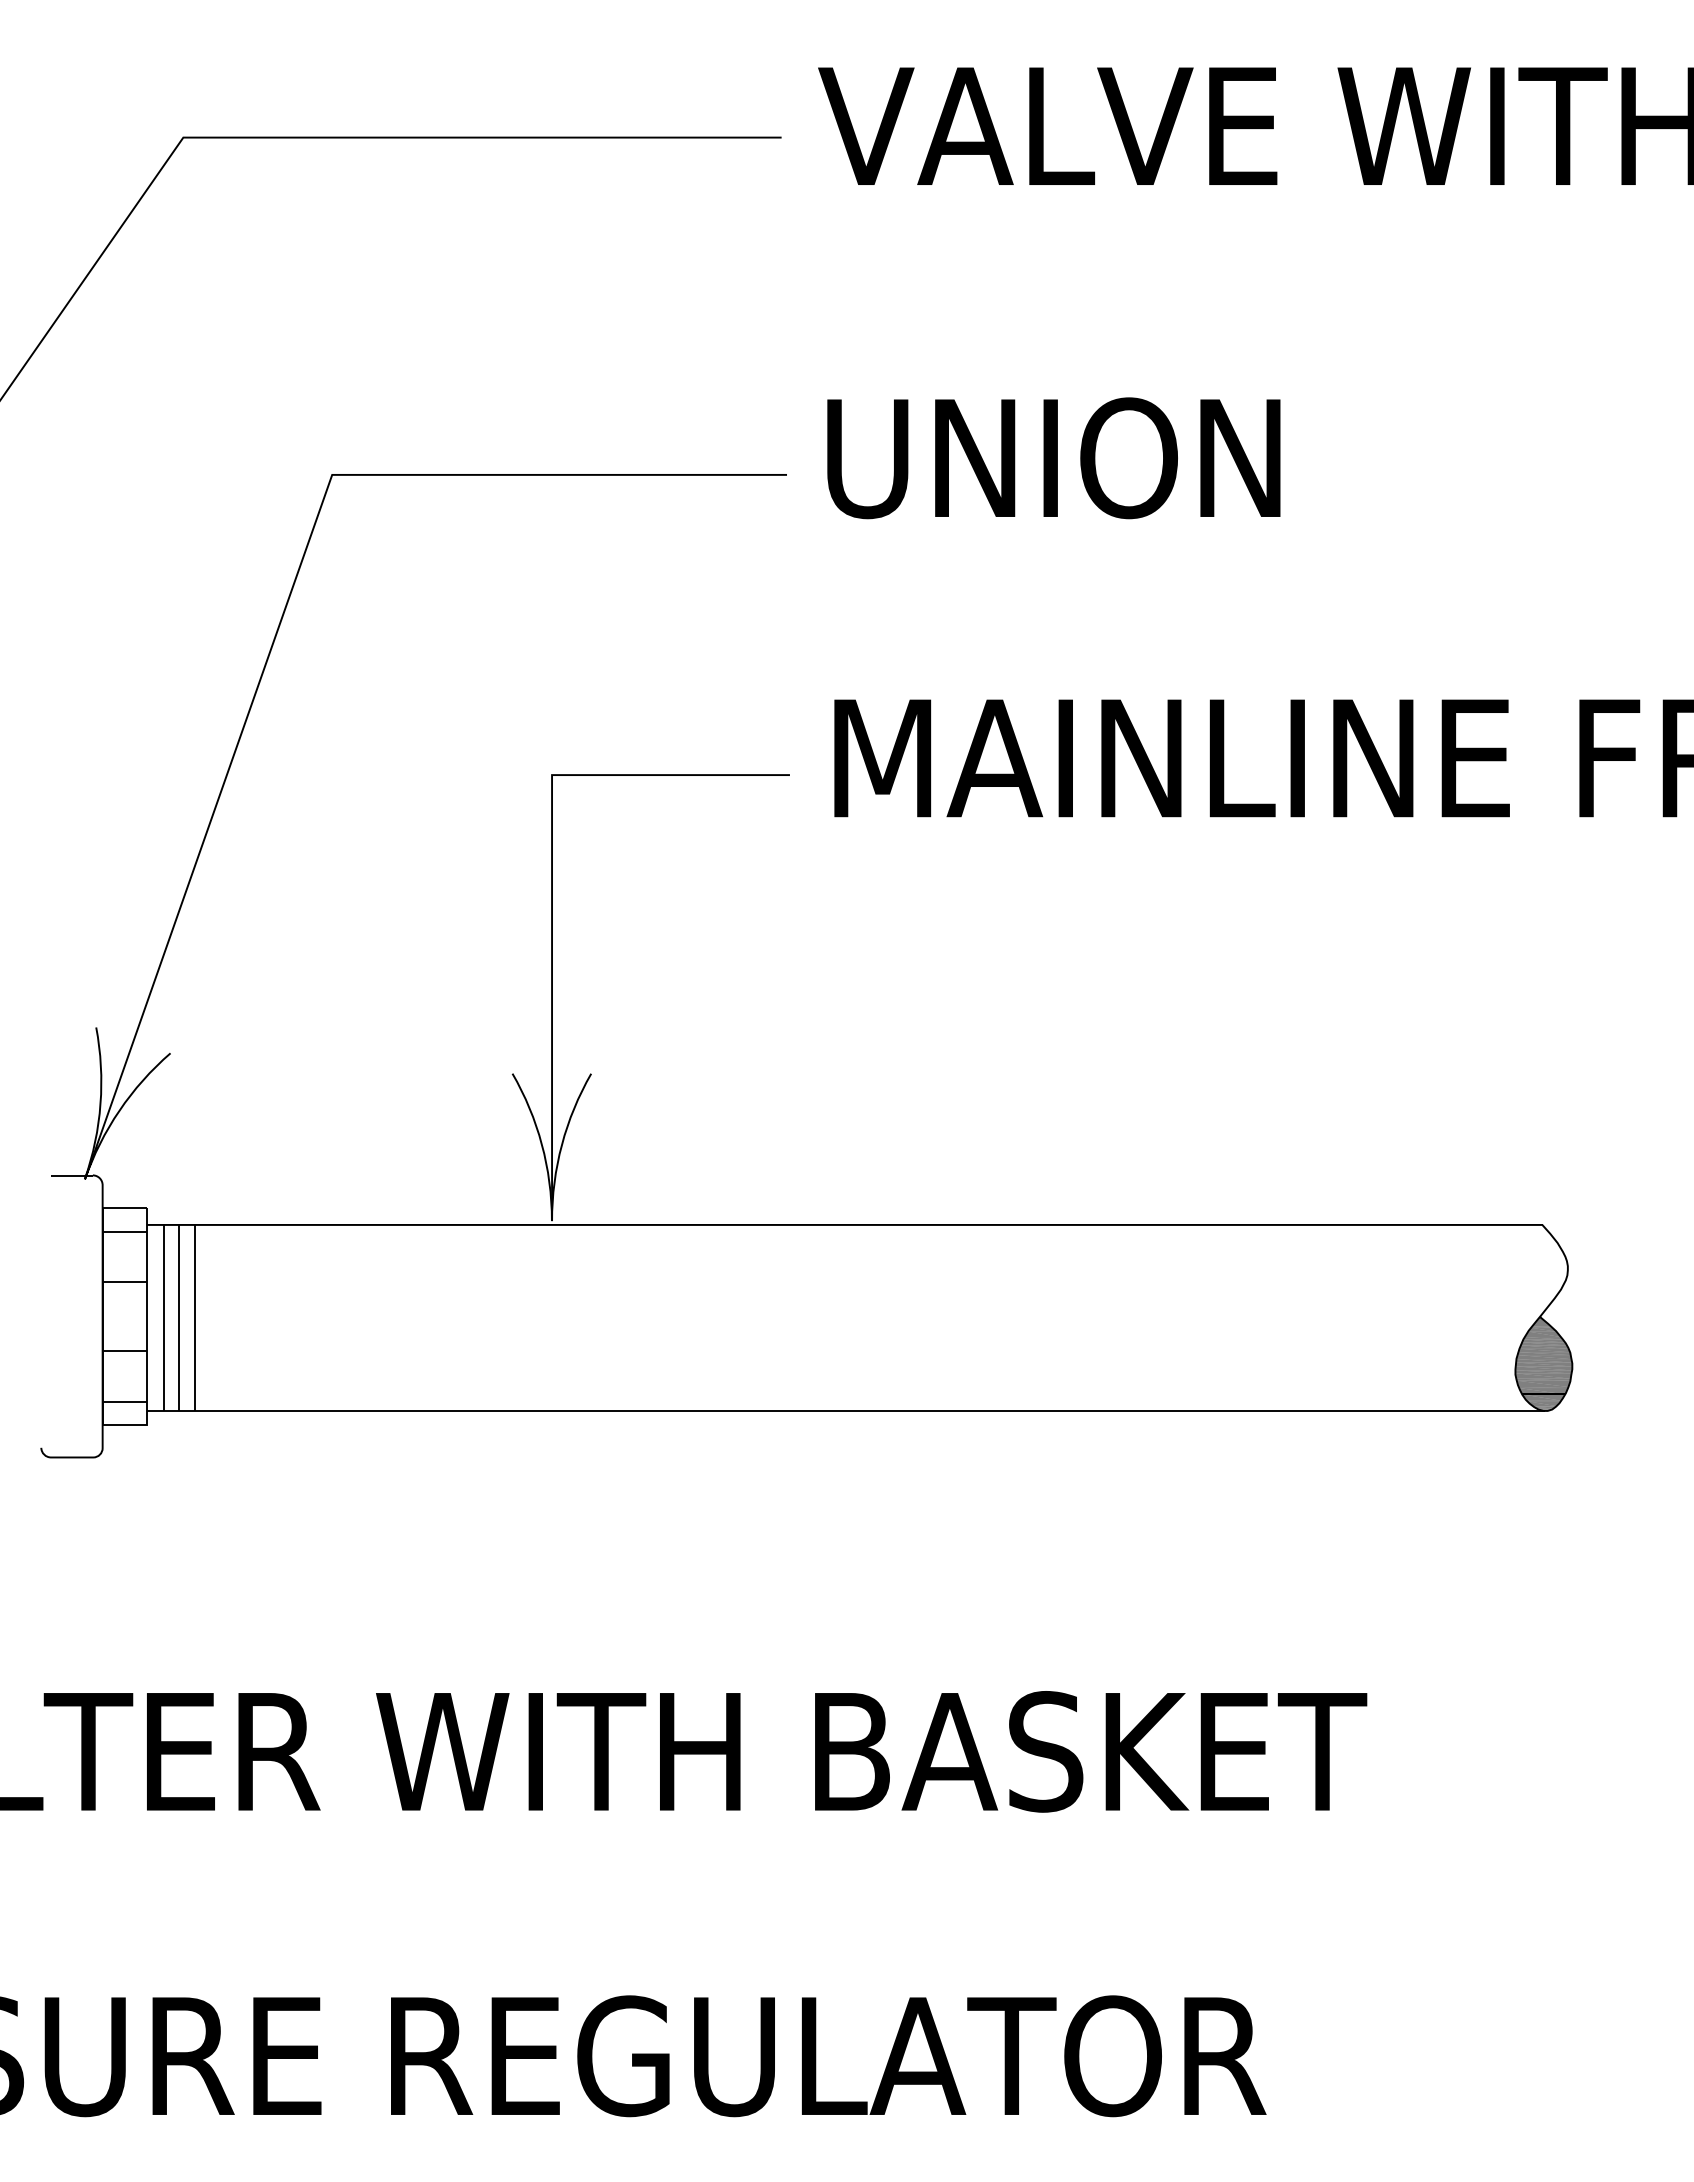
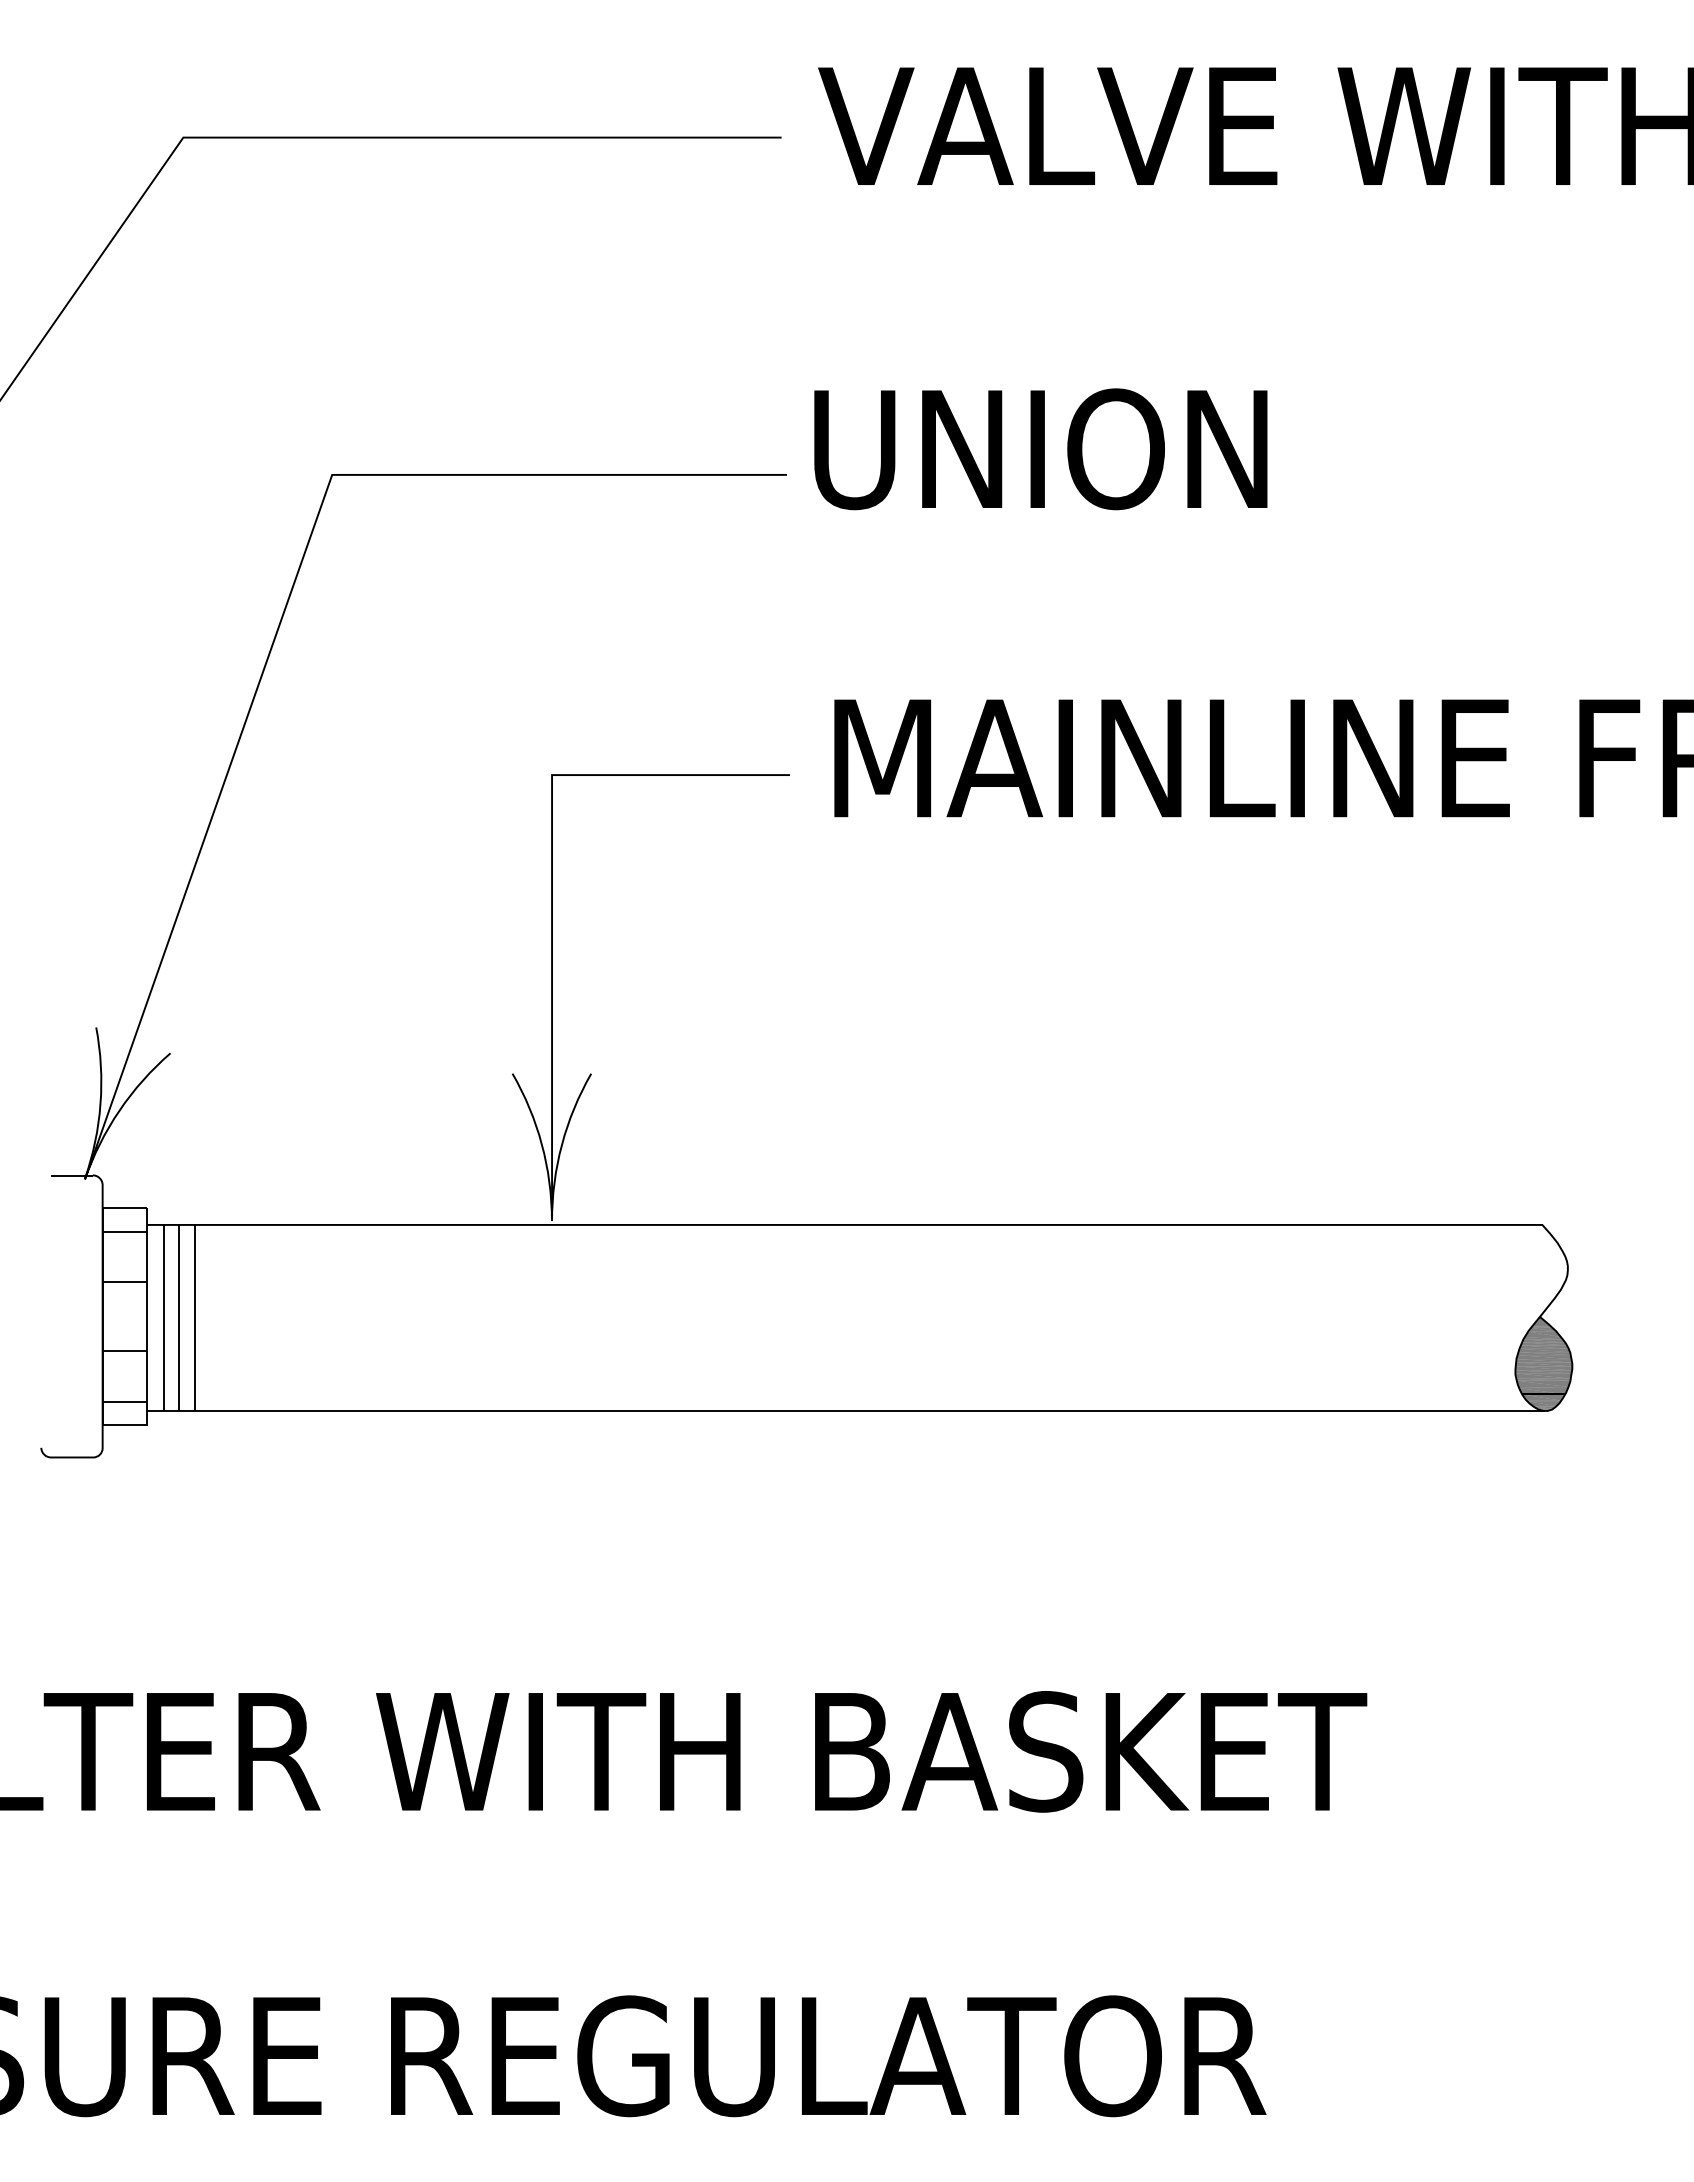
text at (1053, 458) position: (1053, 458) -> (1040, 449)
